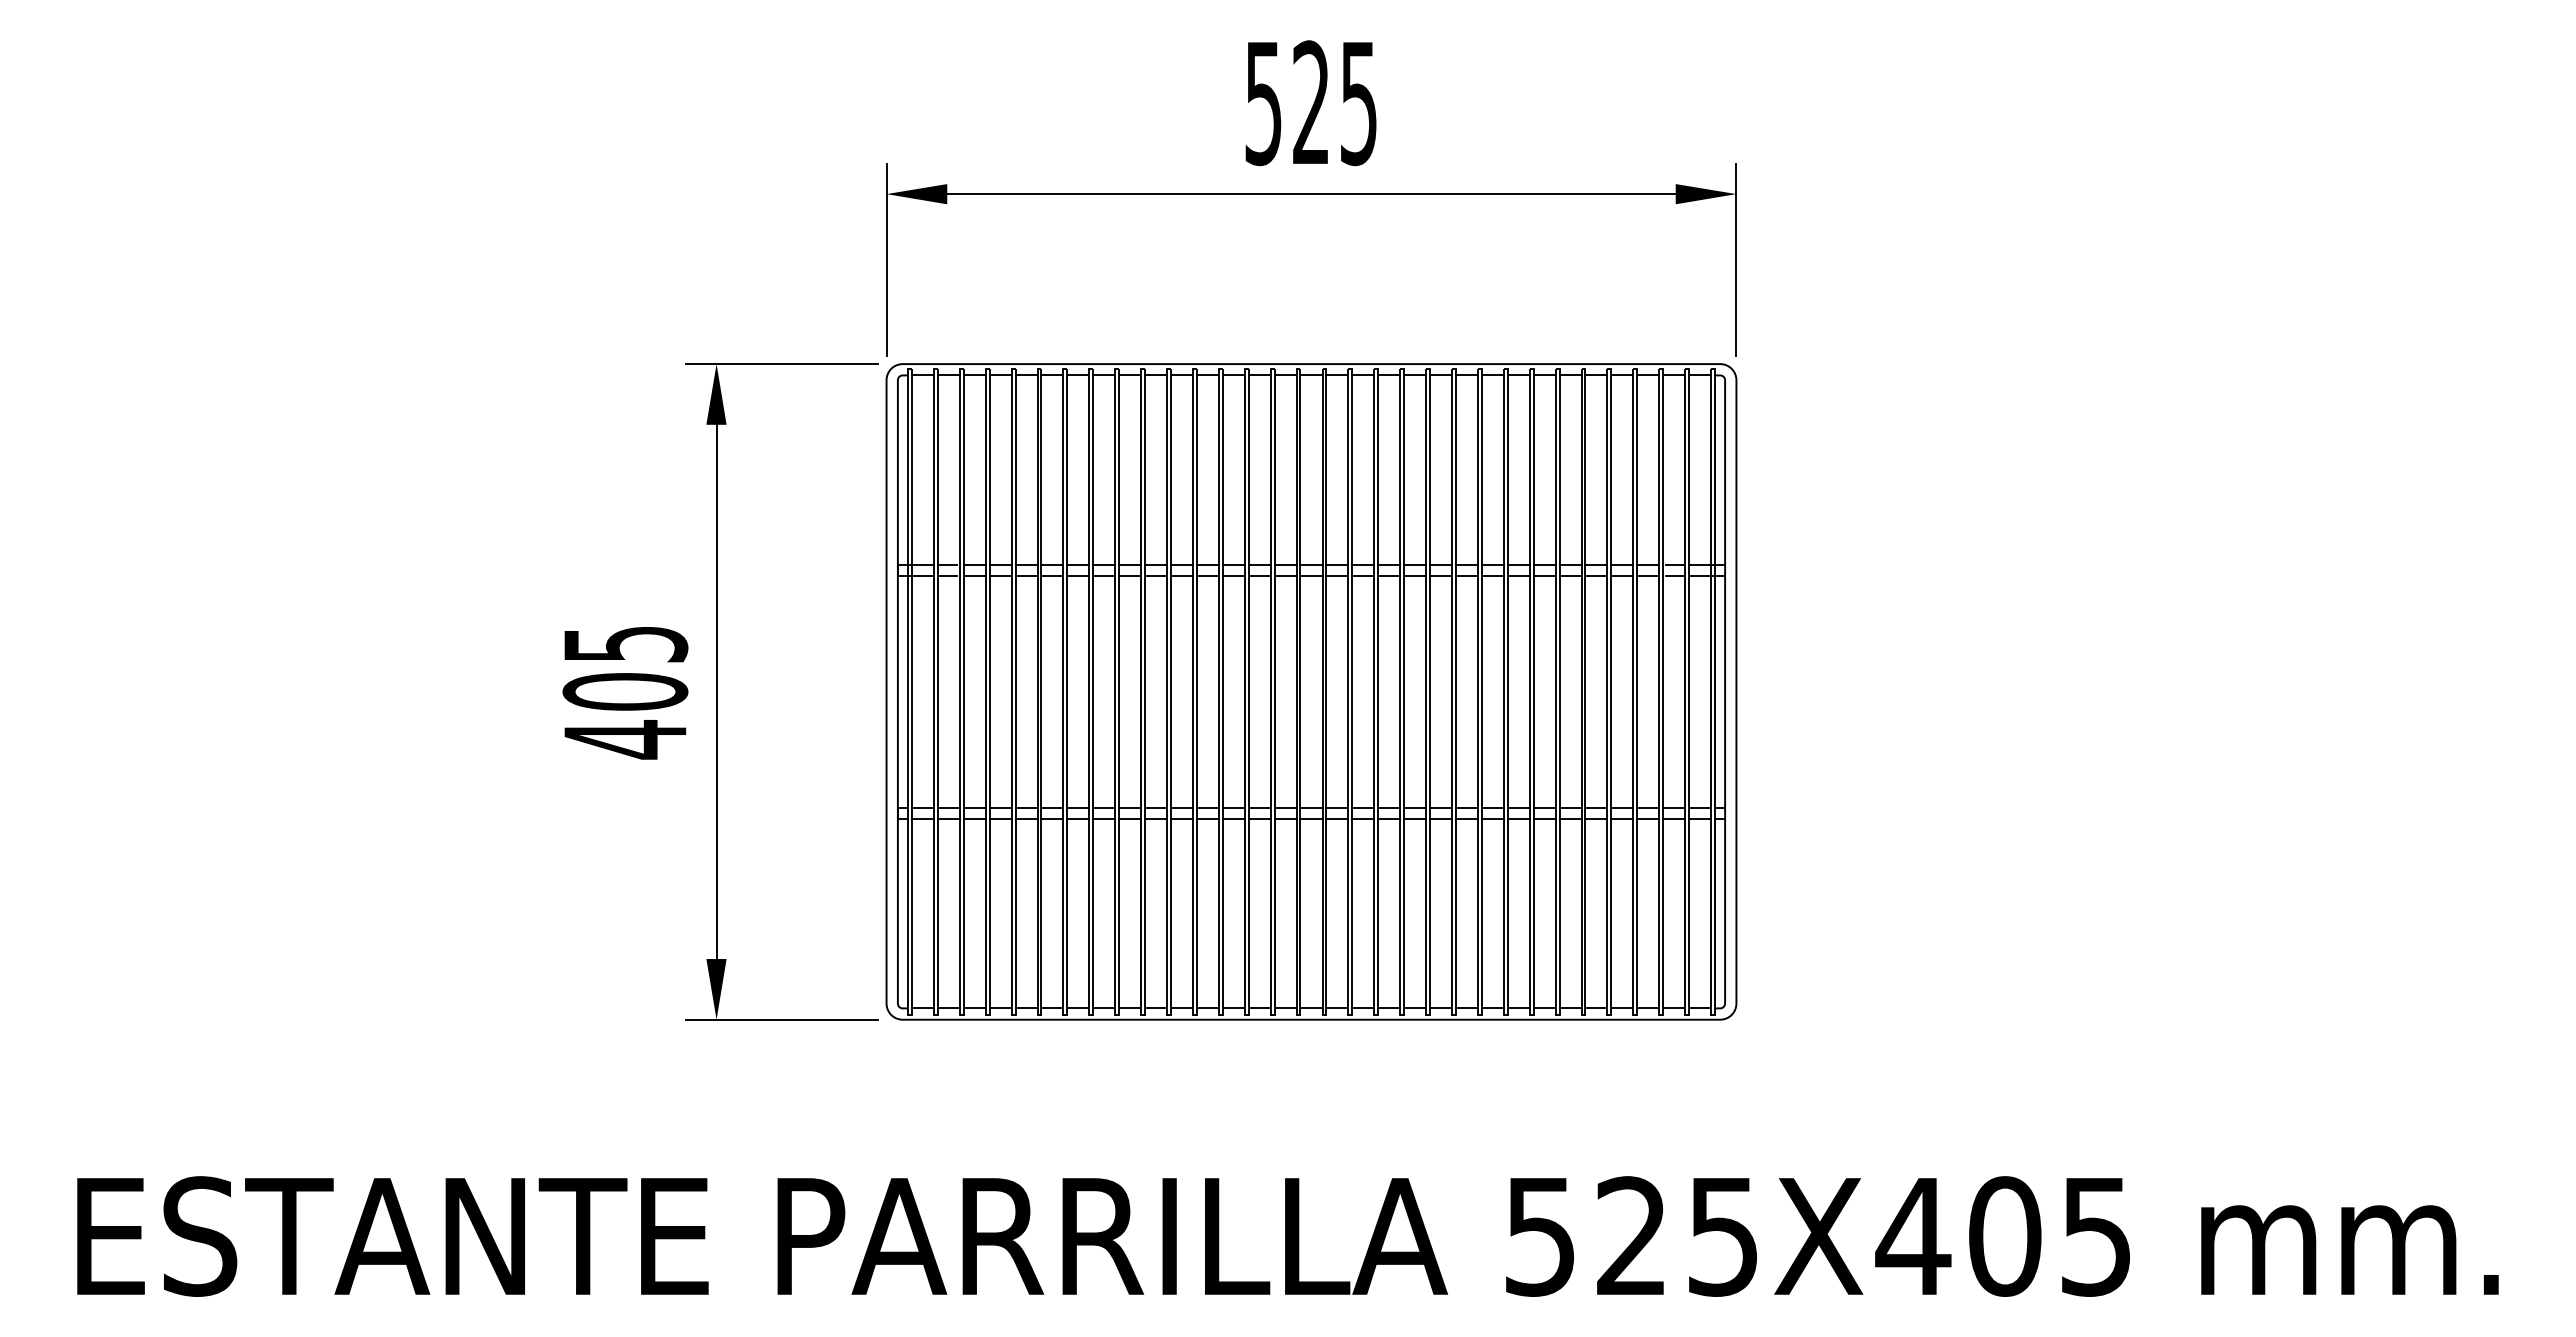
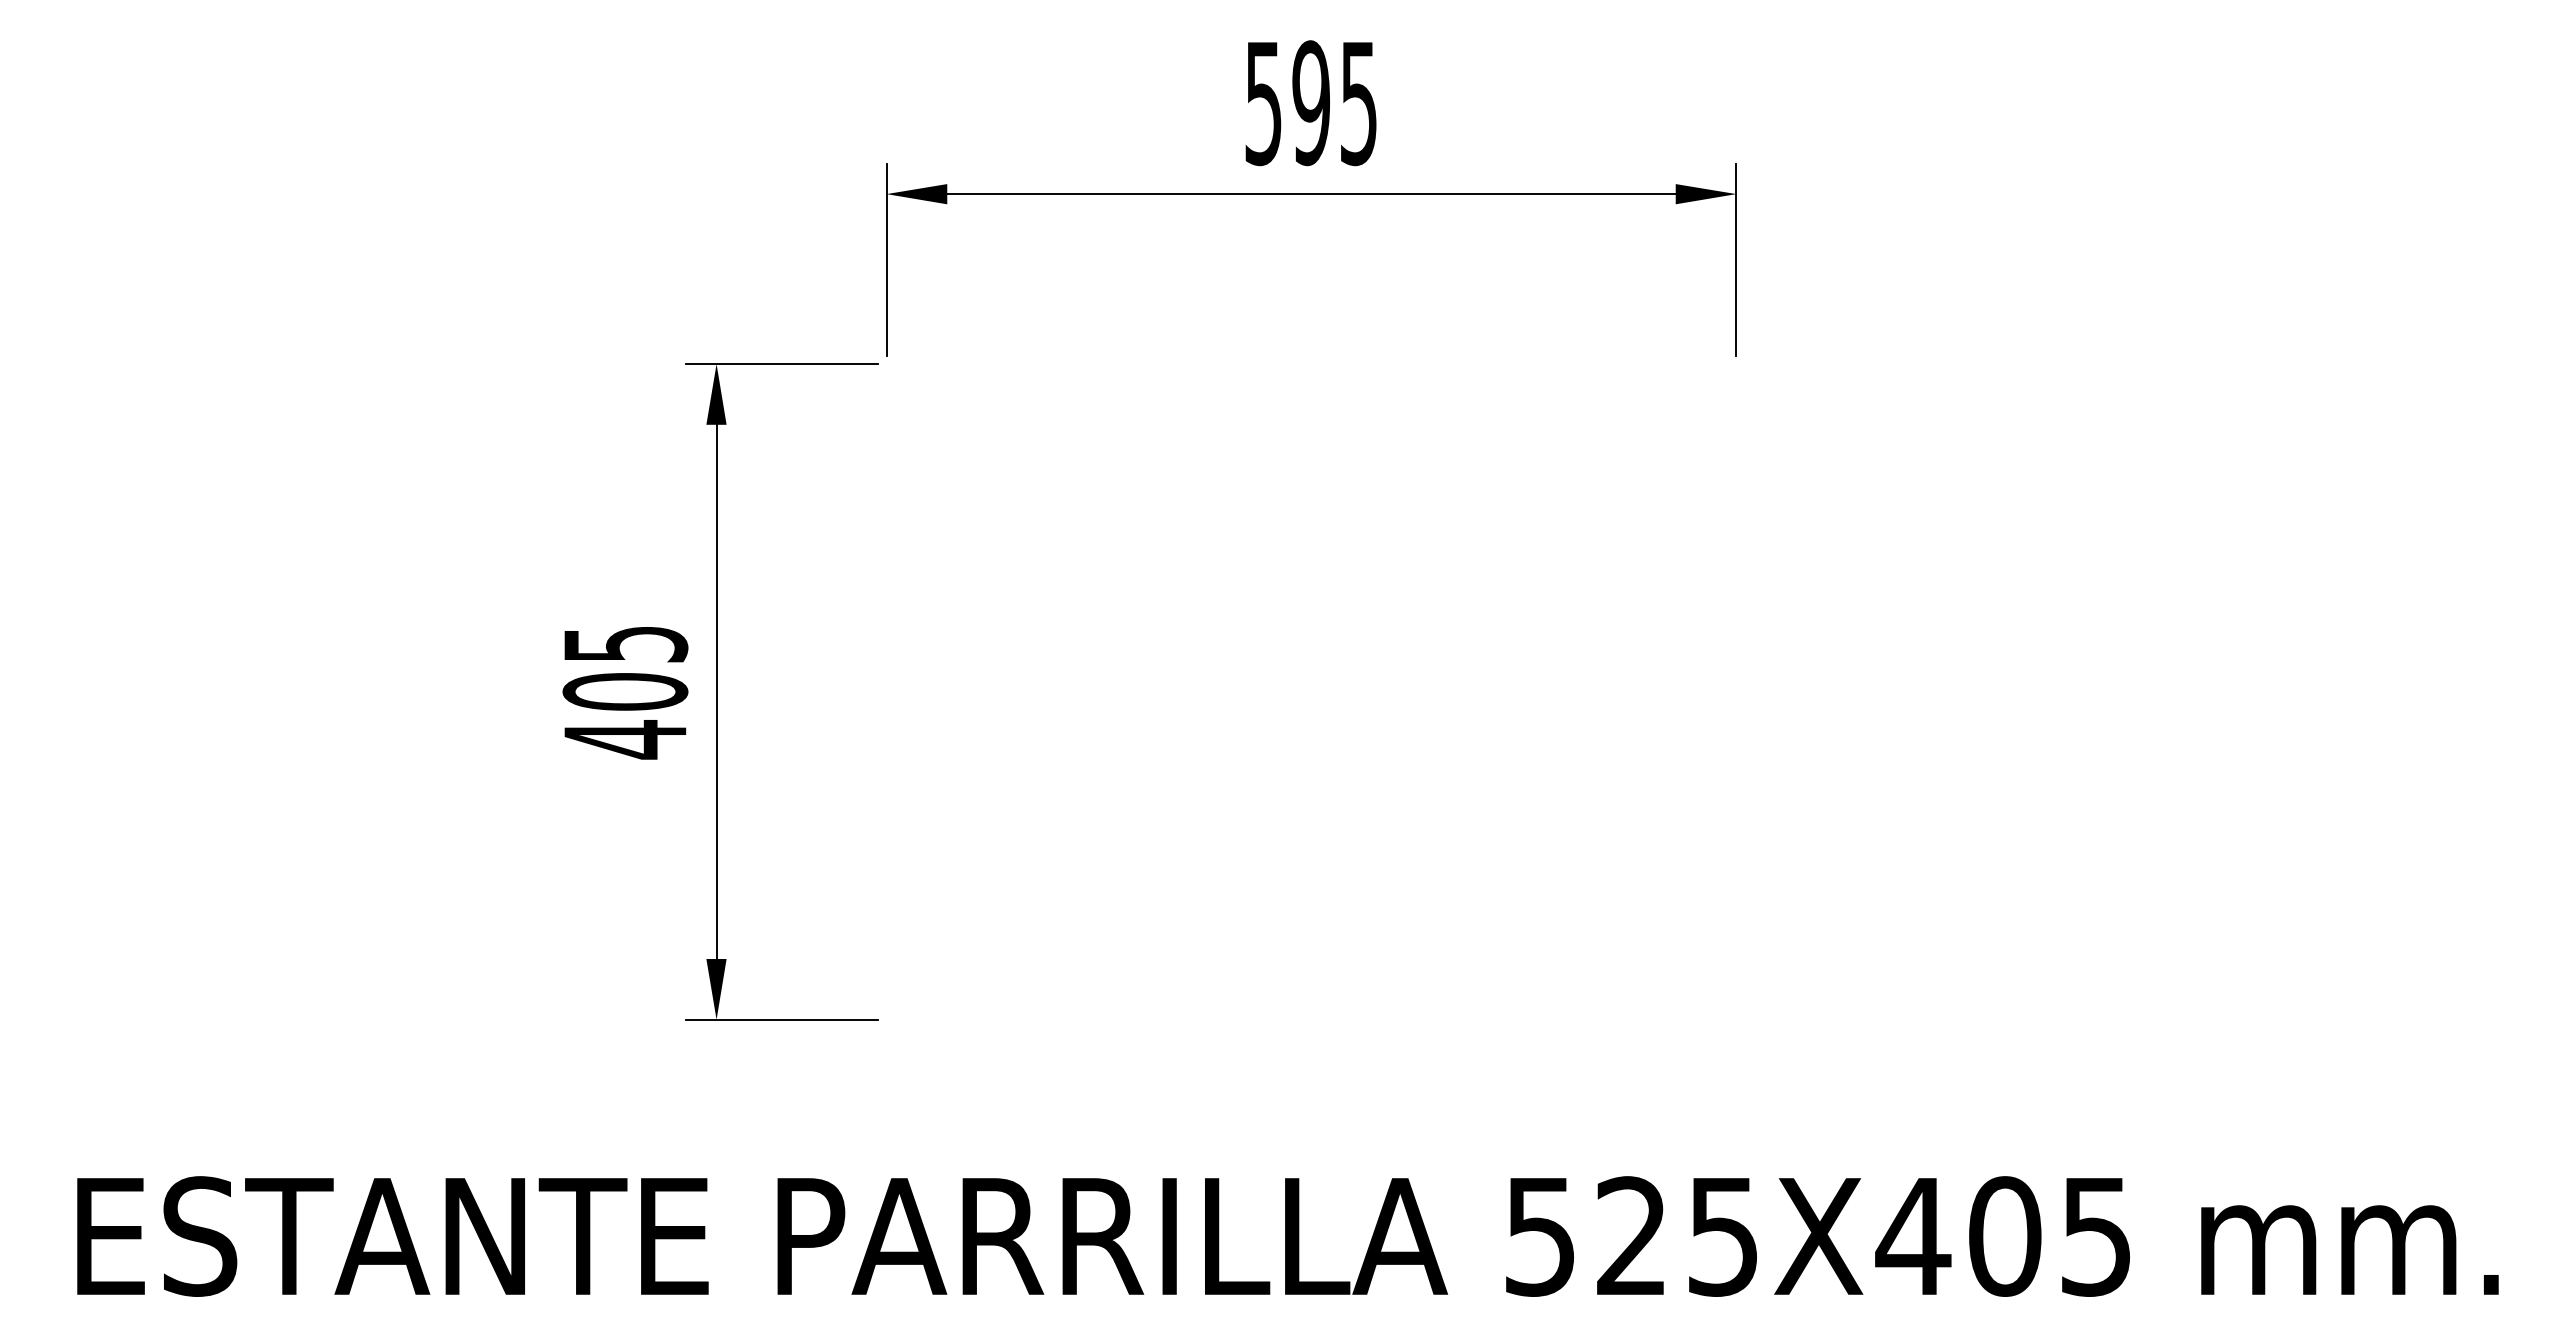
text at (1310, 103): 525 -> 595
part at (1311, 691): present -> none
